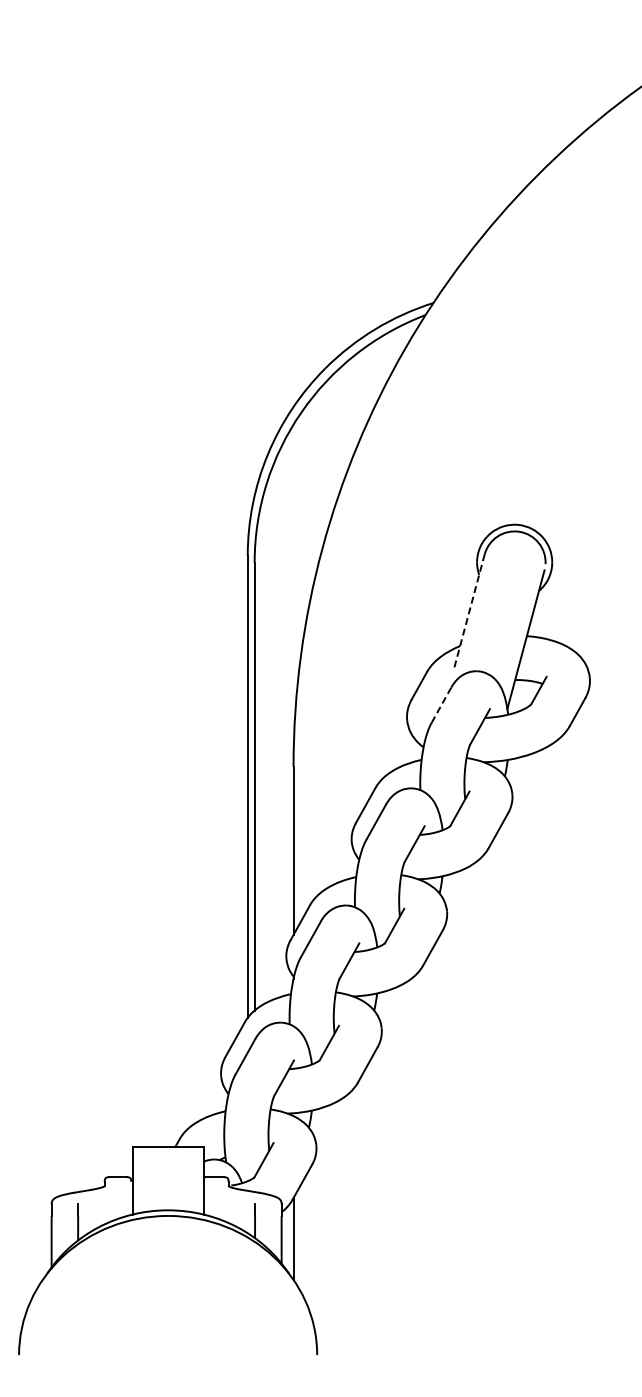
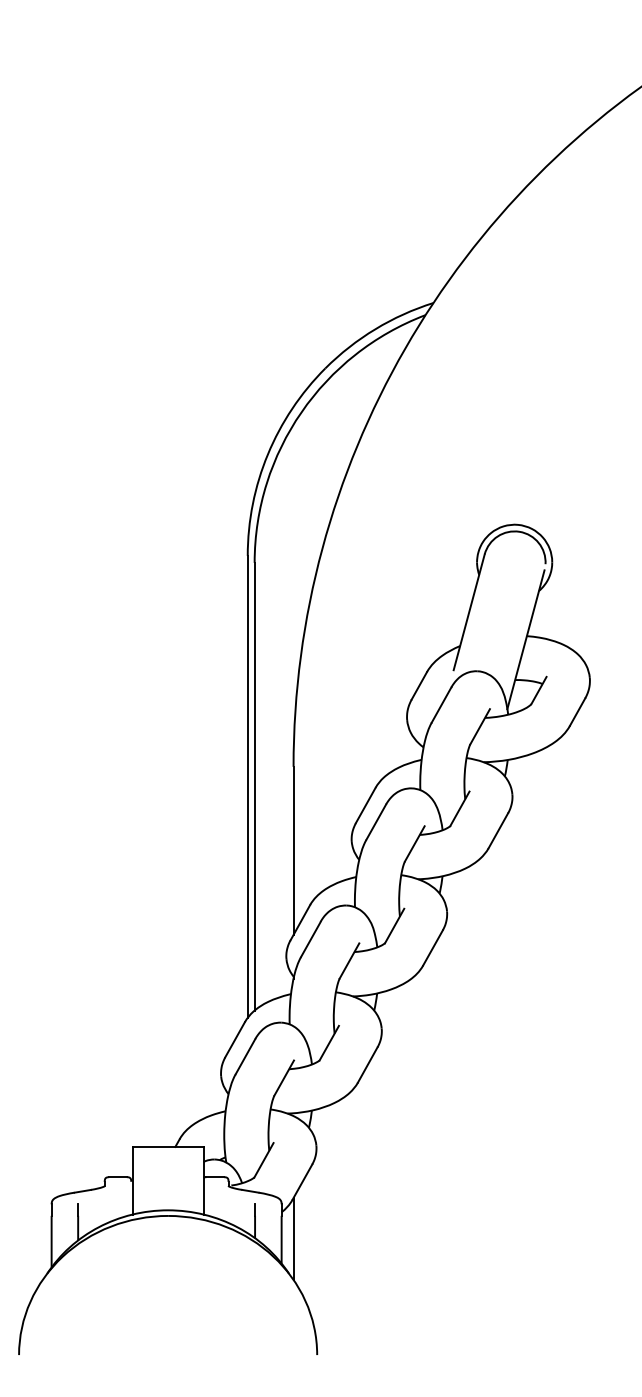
line at (469, 612): dashed -> solid
line at (441, 704): dashed -> solid
